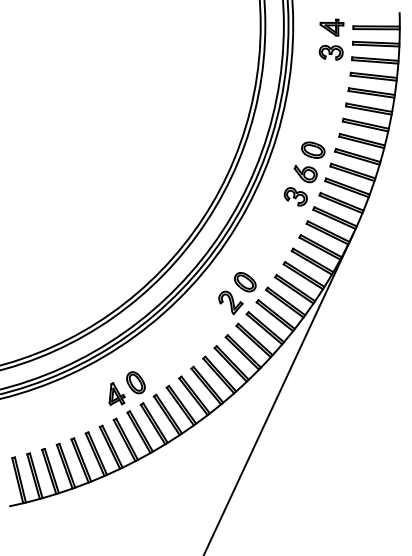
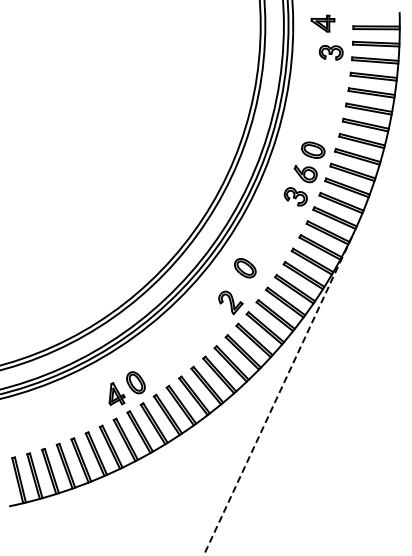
part at (331, 27) position: (331, 27) -> (322, 23)
part at (245, 282) position: (245, 282) -> (245, 268)
line at (278, 393): solid -> dashed
